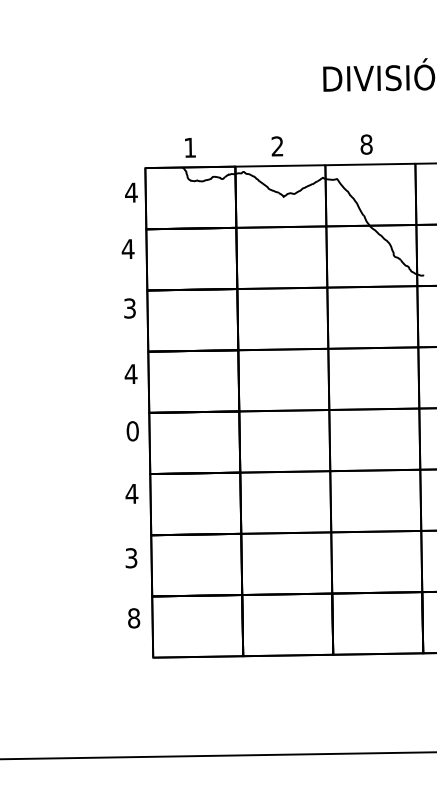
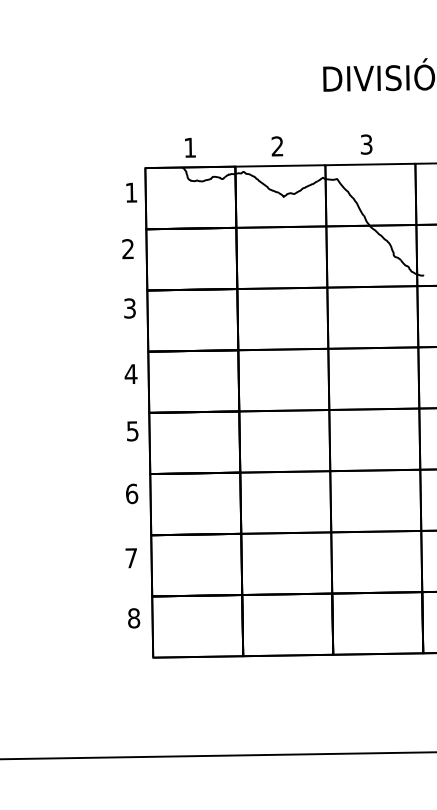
text at (366, 144): 8 -> 3
text at (131, 192): 4 -> 1
text at (127, 249): 4 -> 2
text at (132, 431): 0 -> 5
text at (131, 493): 4 -> 6
text at (131, 558): 3 -> 7
